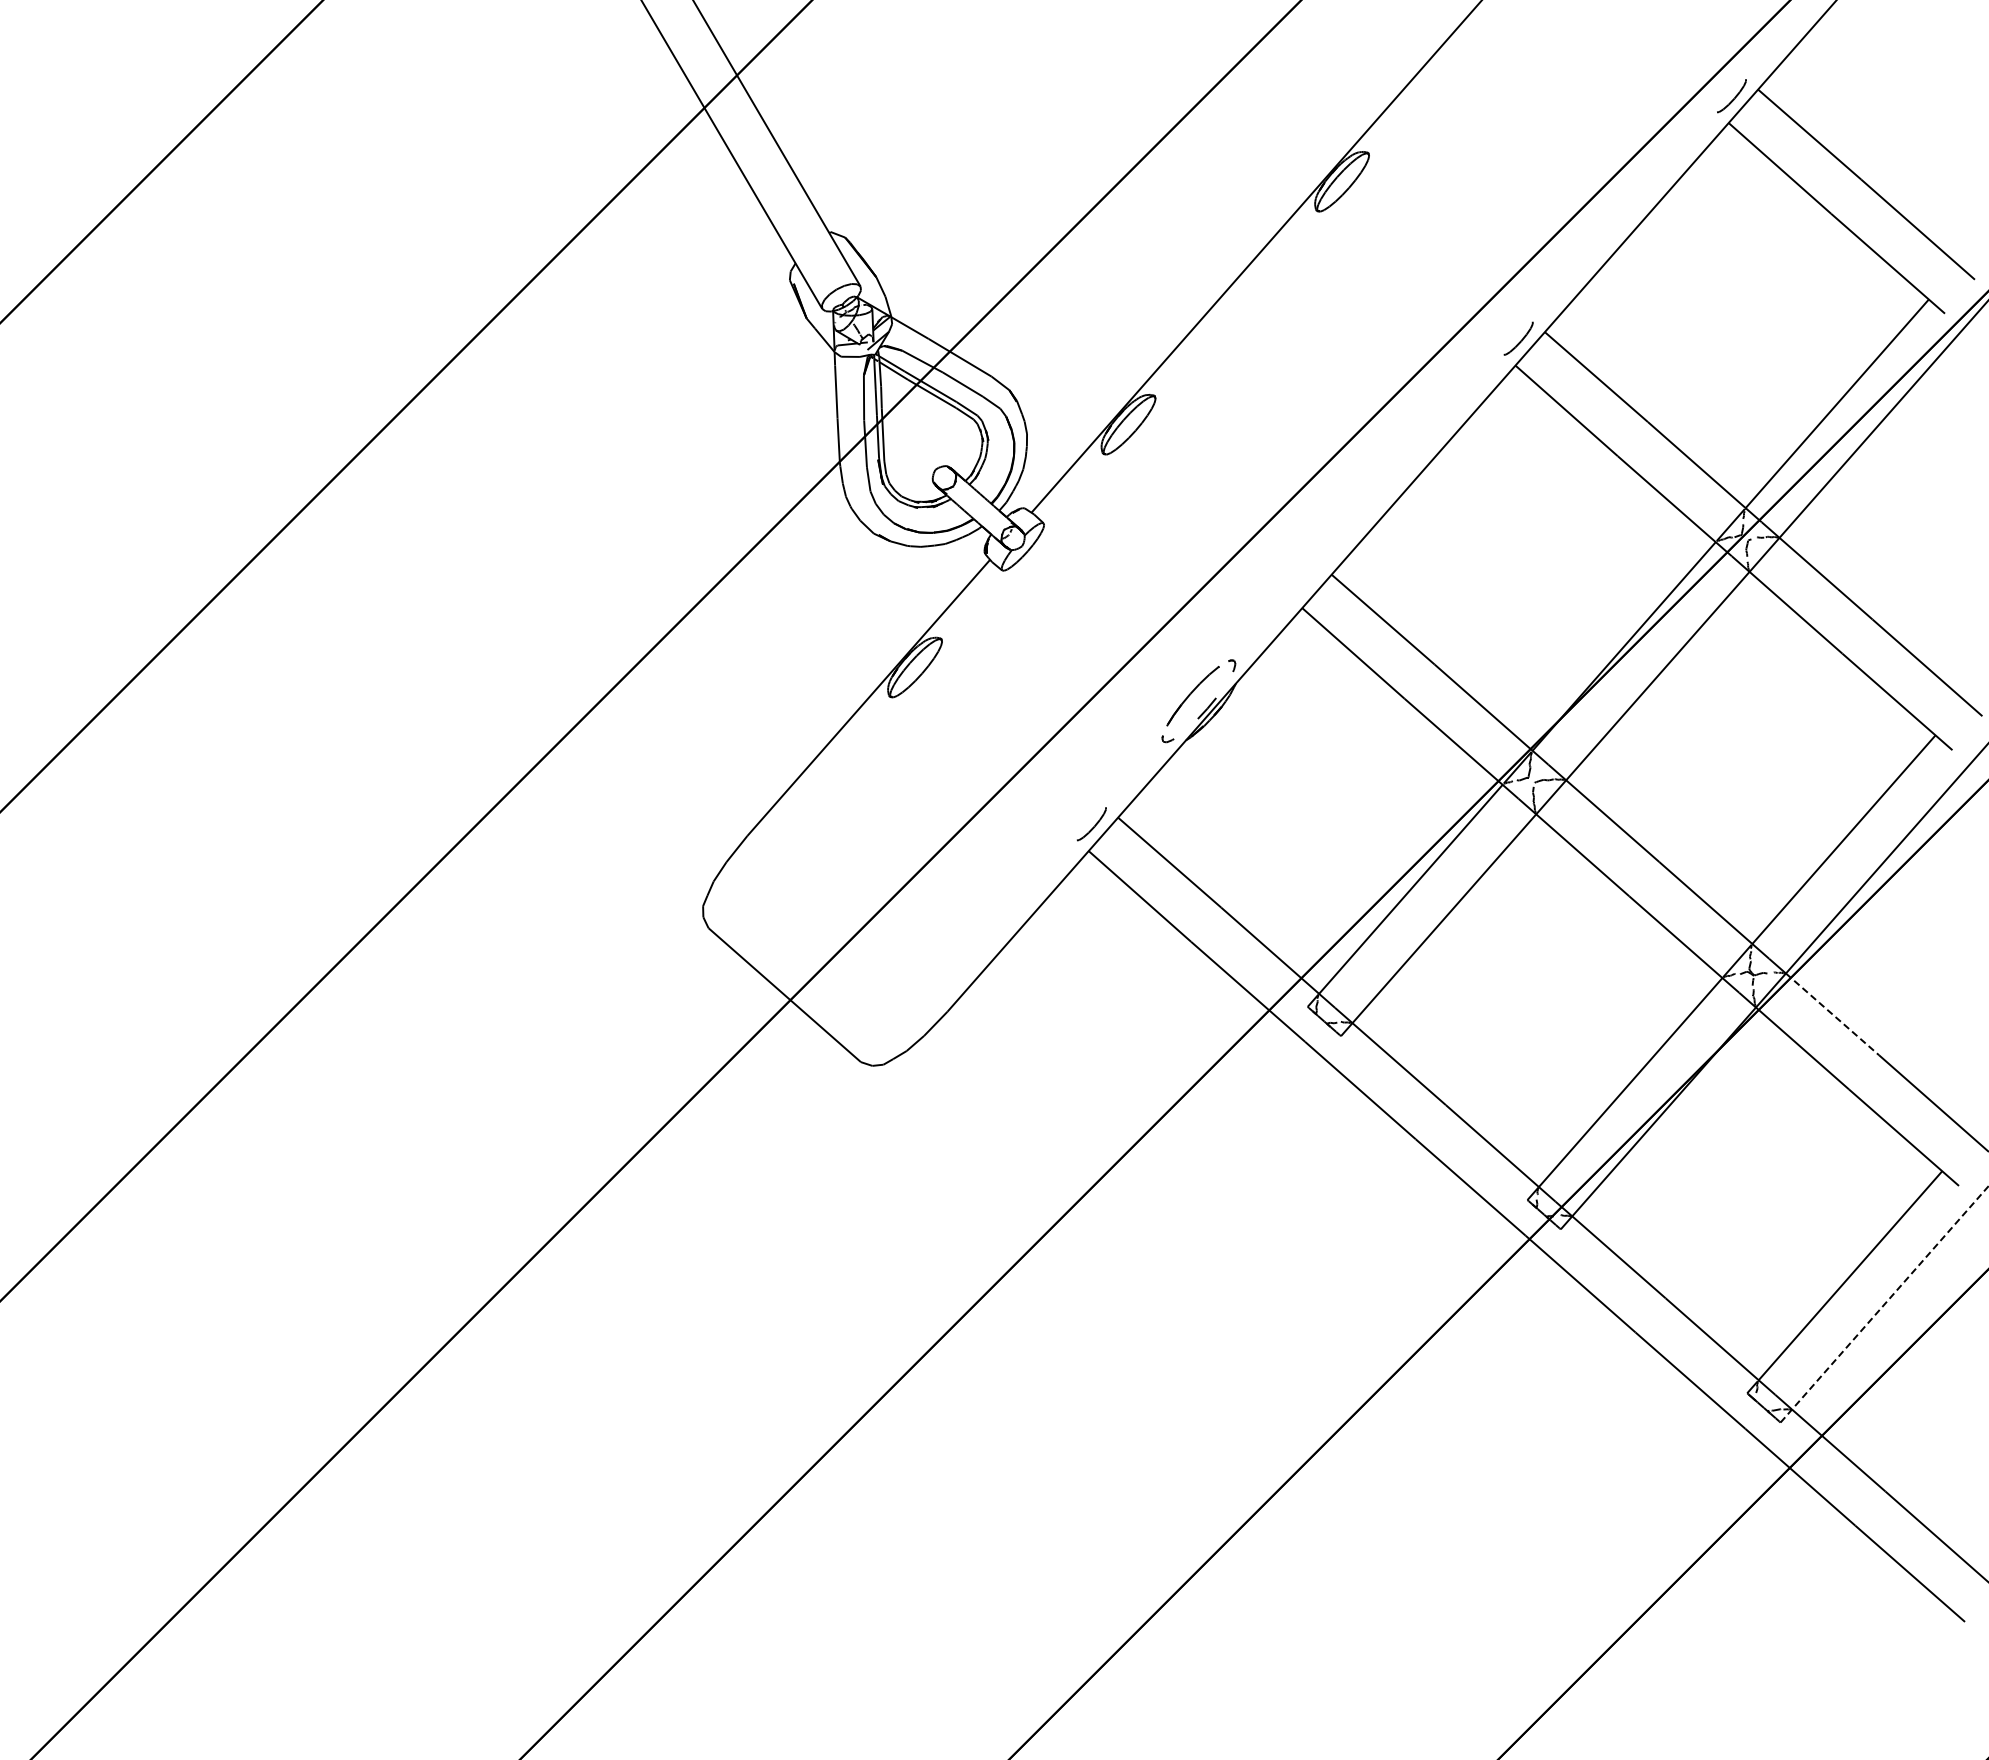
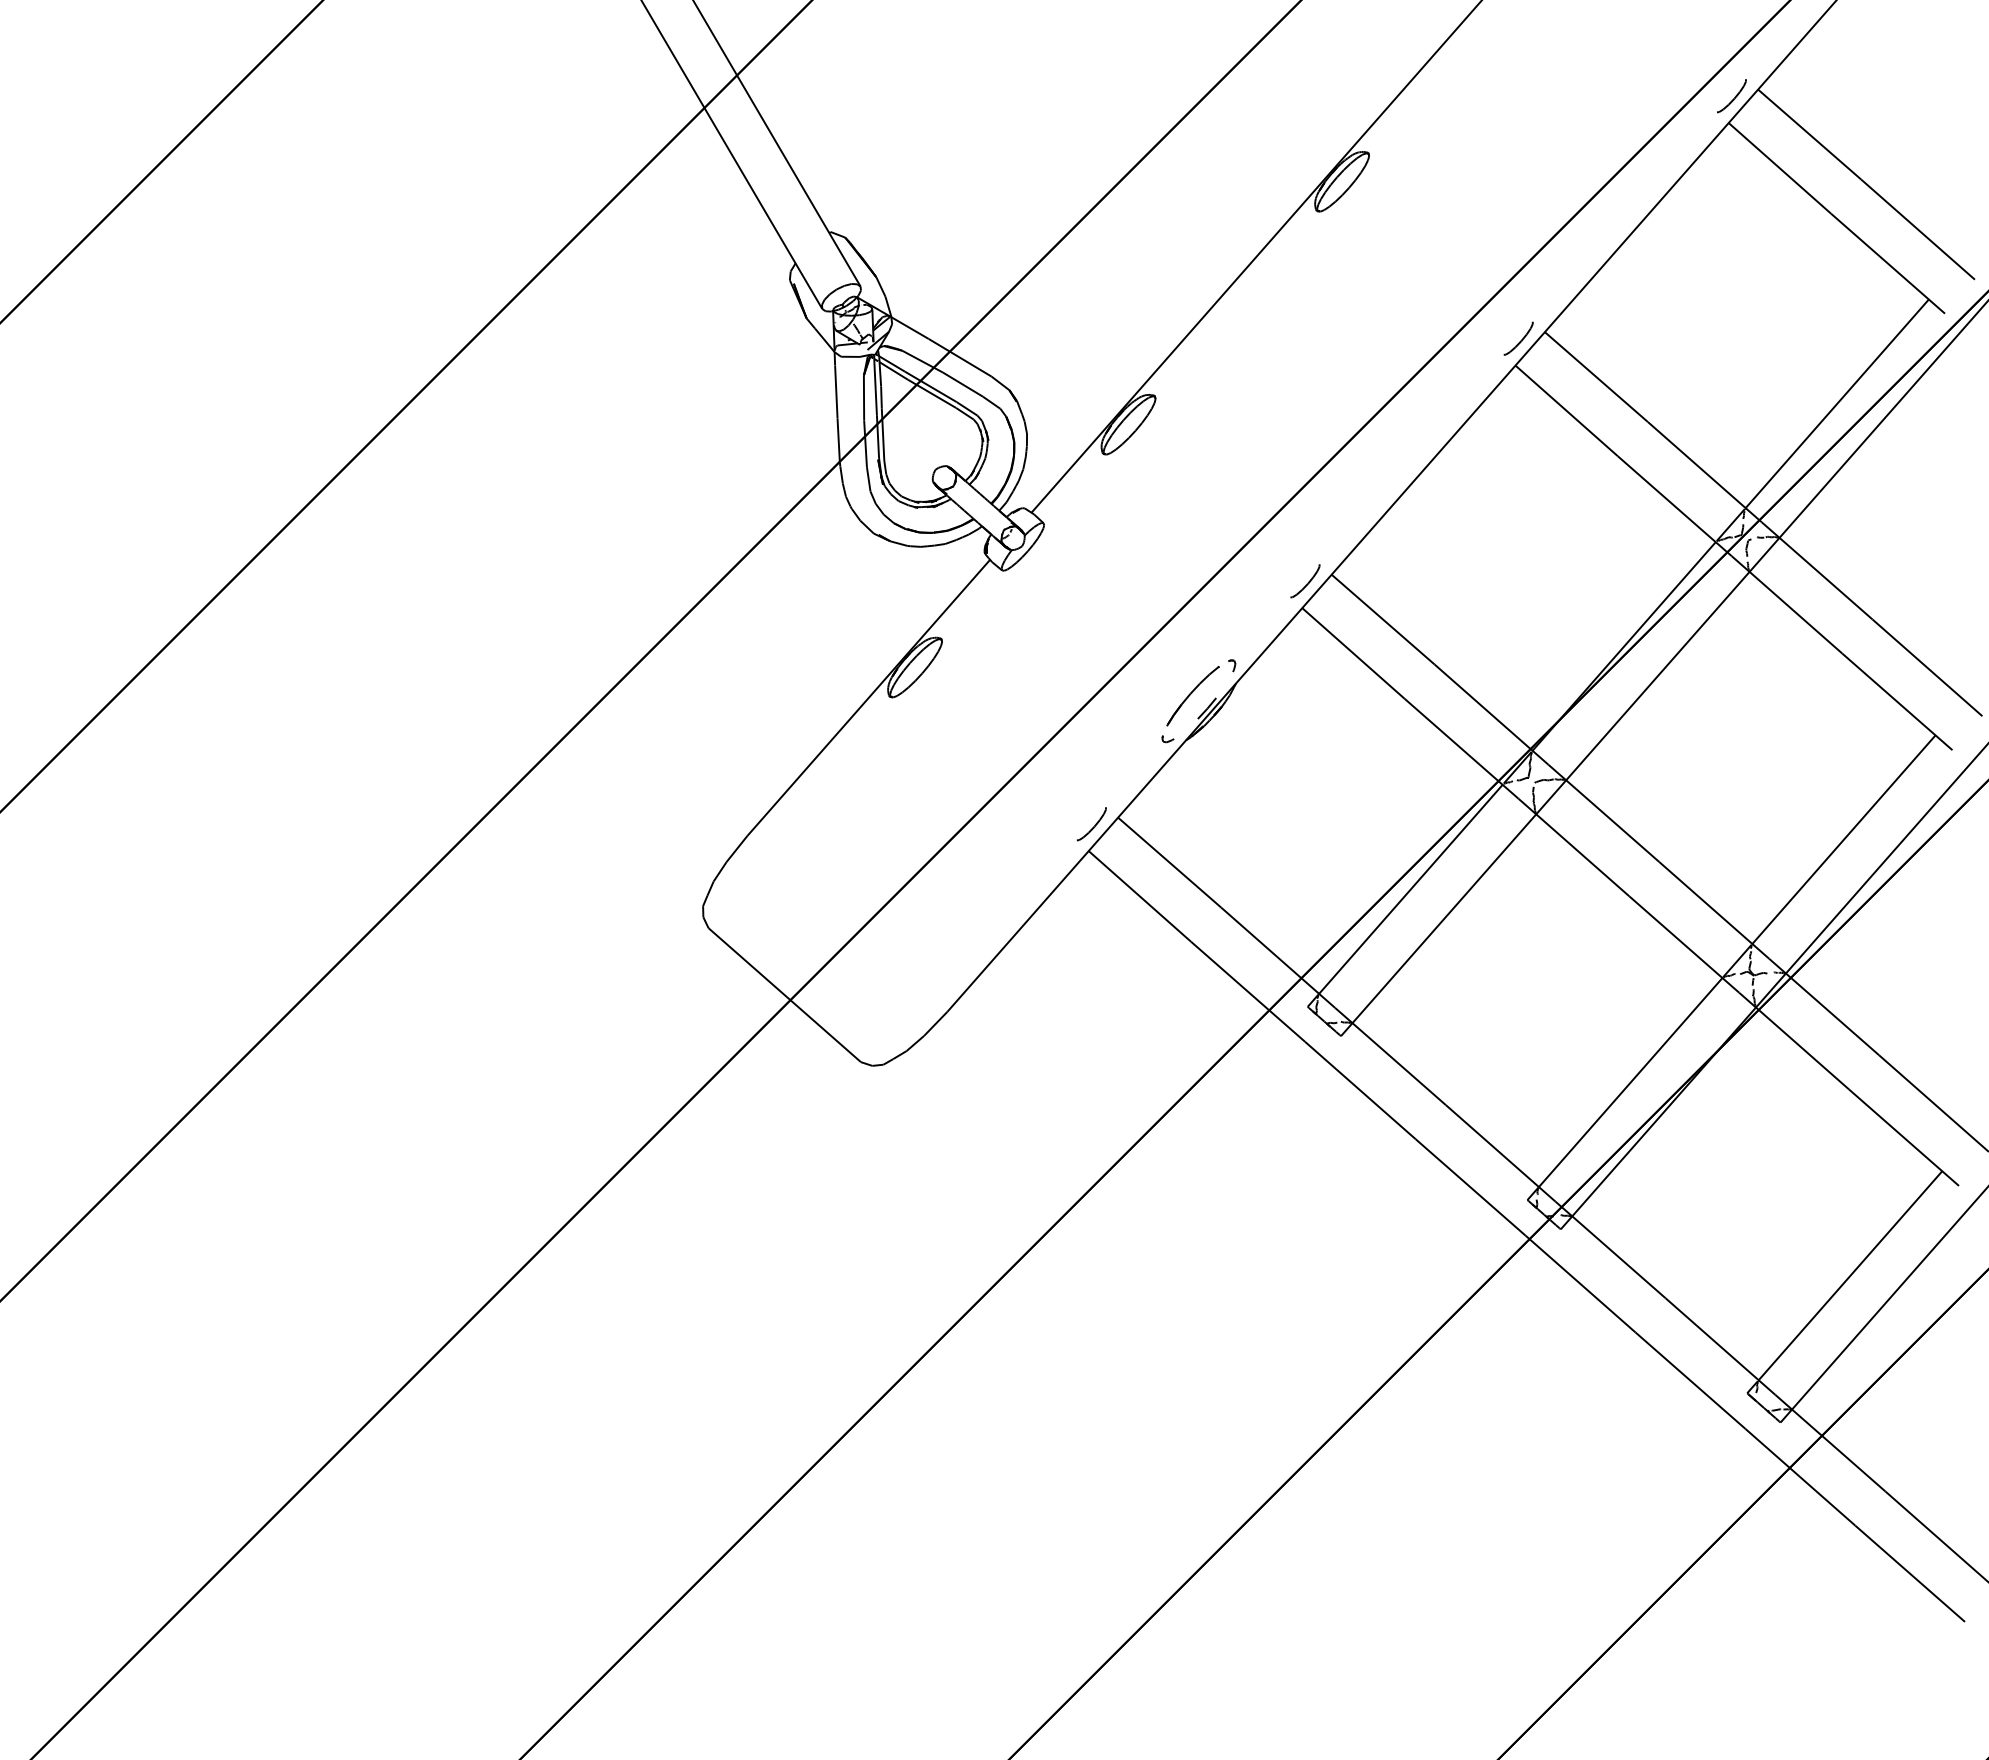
part at (1305, 581): none -> present
line at (1832, 1014): dashed -> solid
line at (1884, 1303): dashed -> solid
